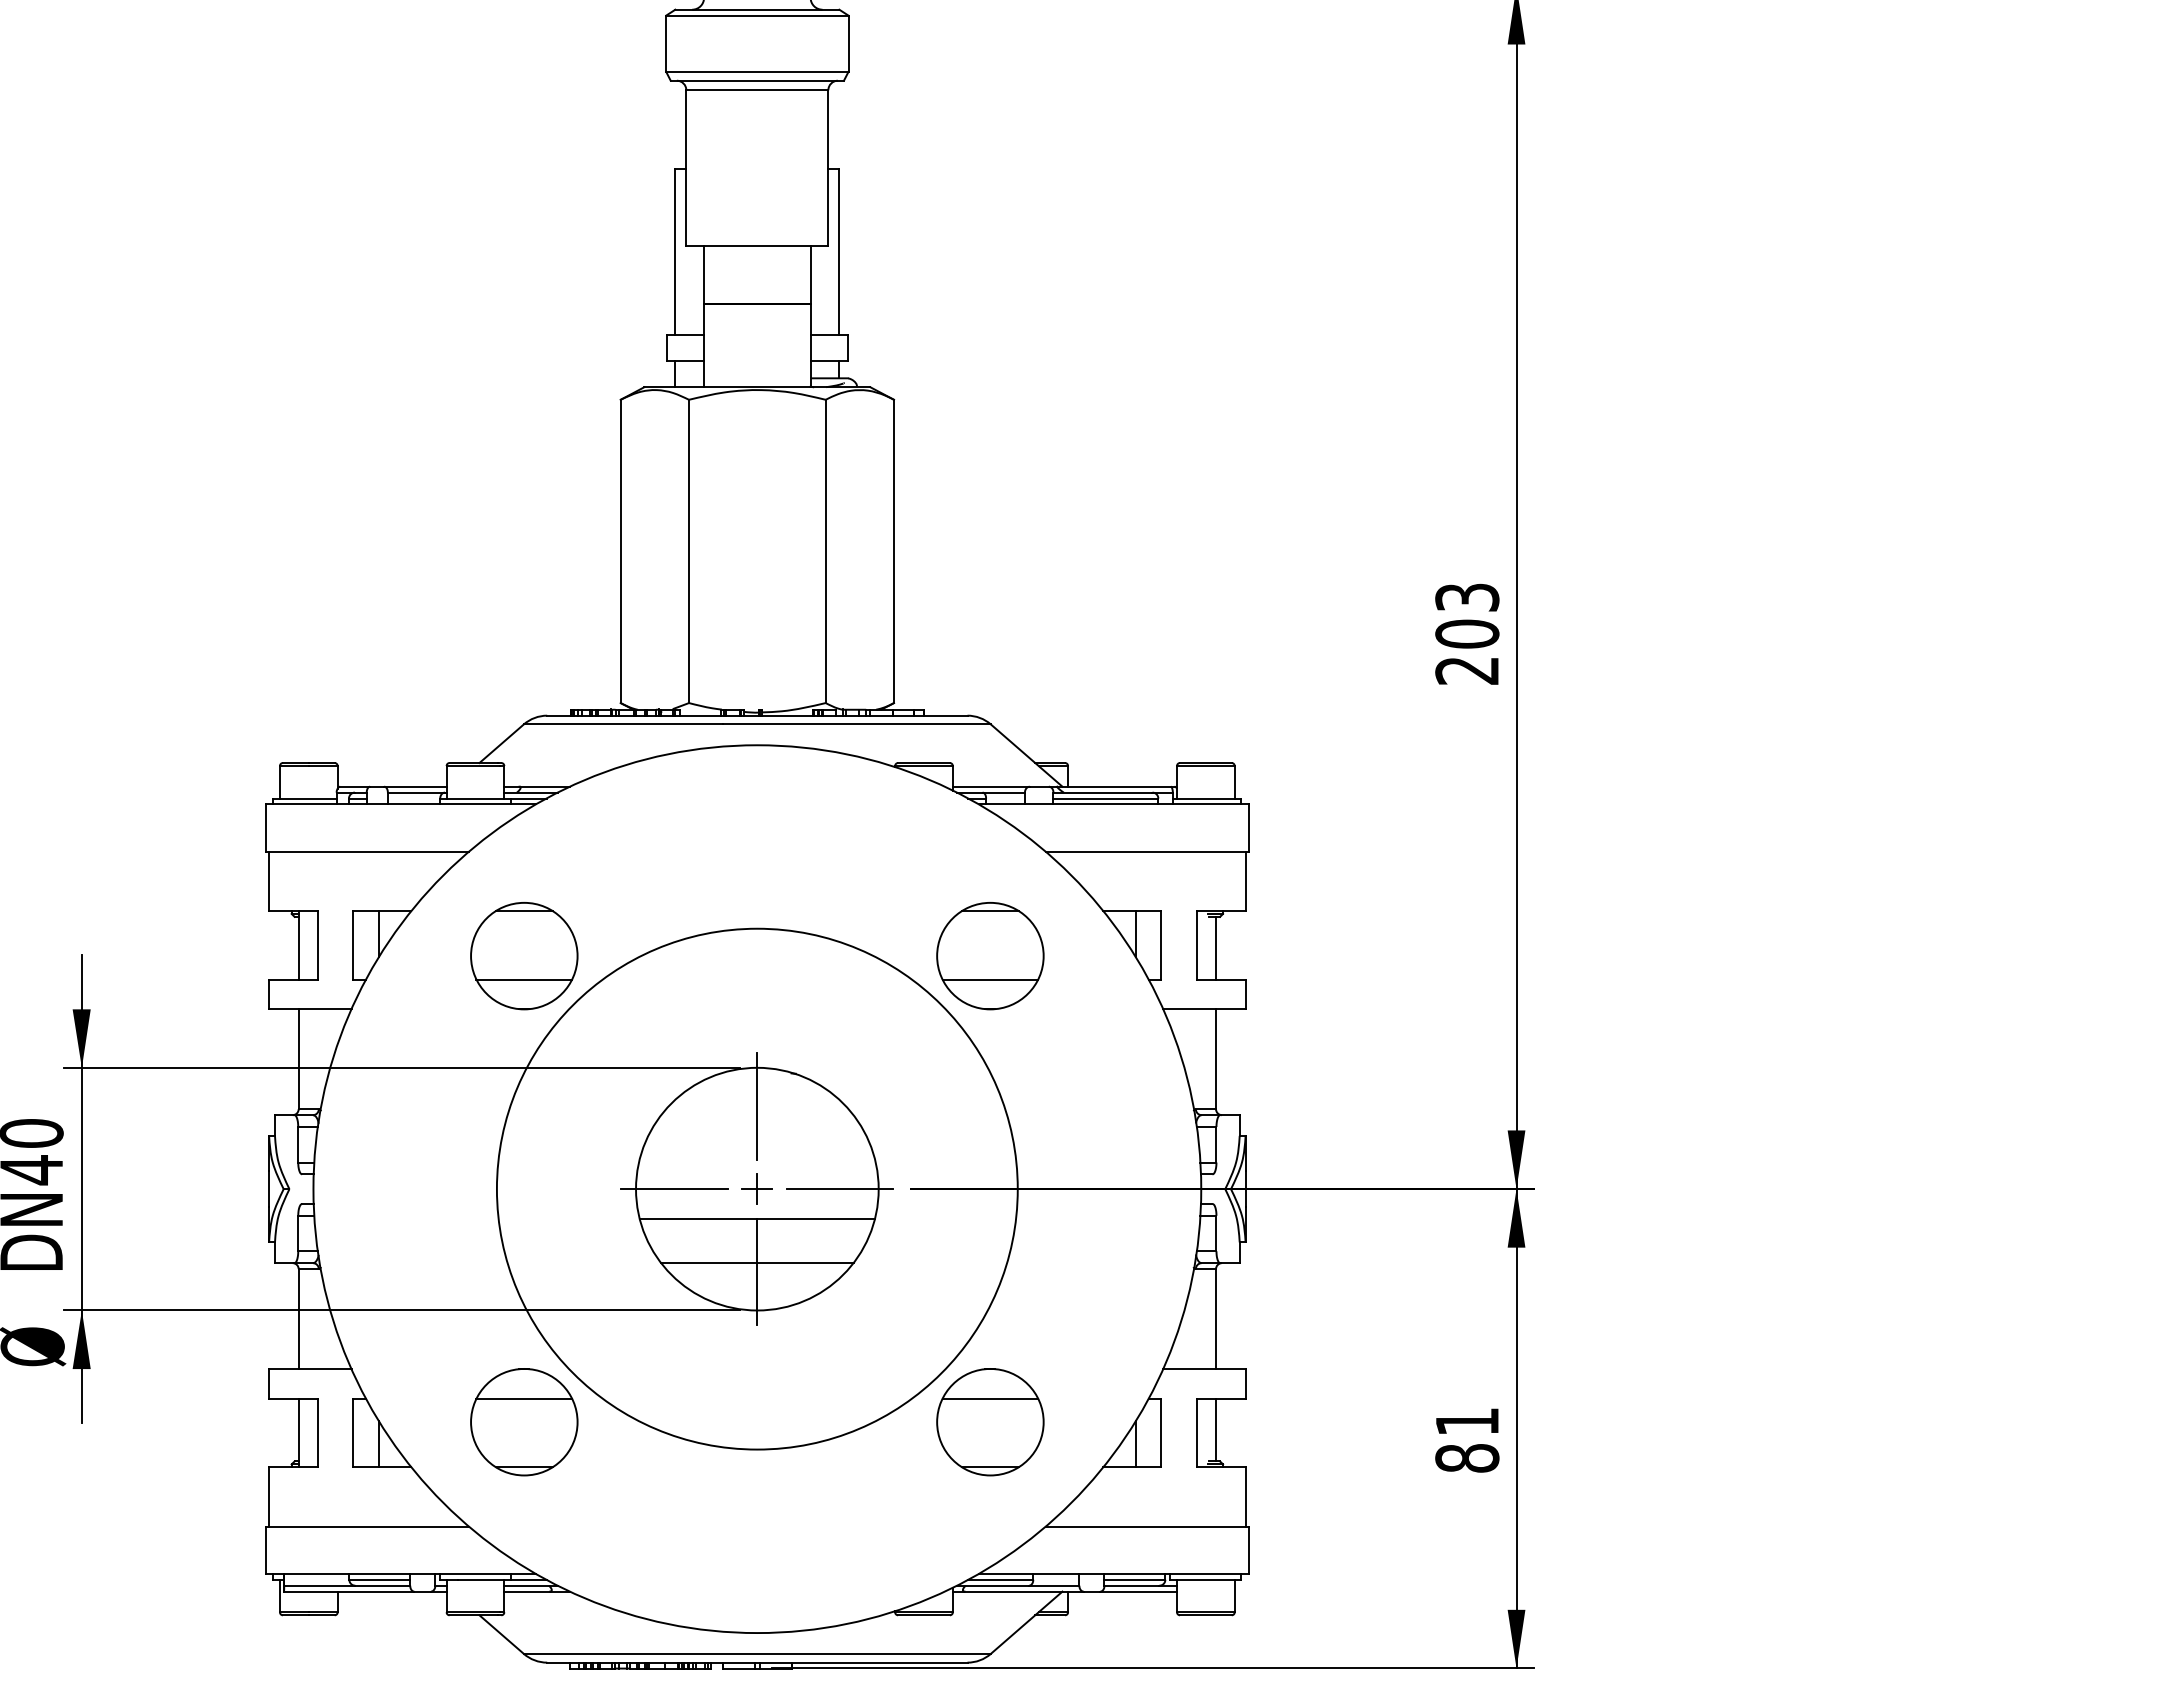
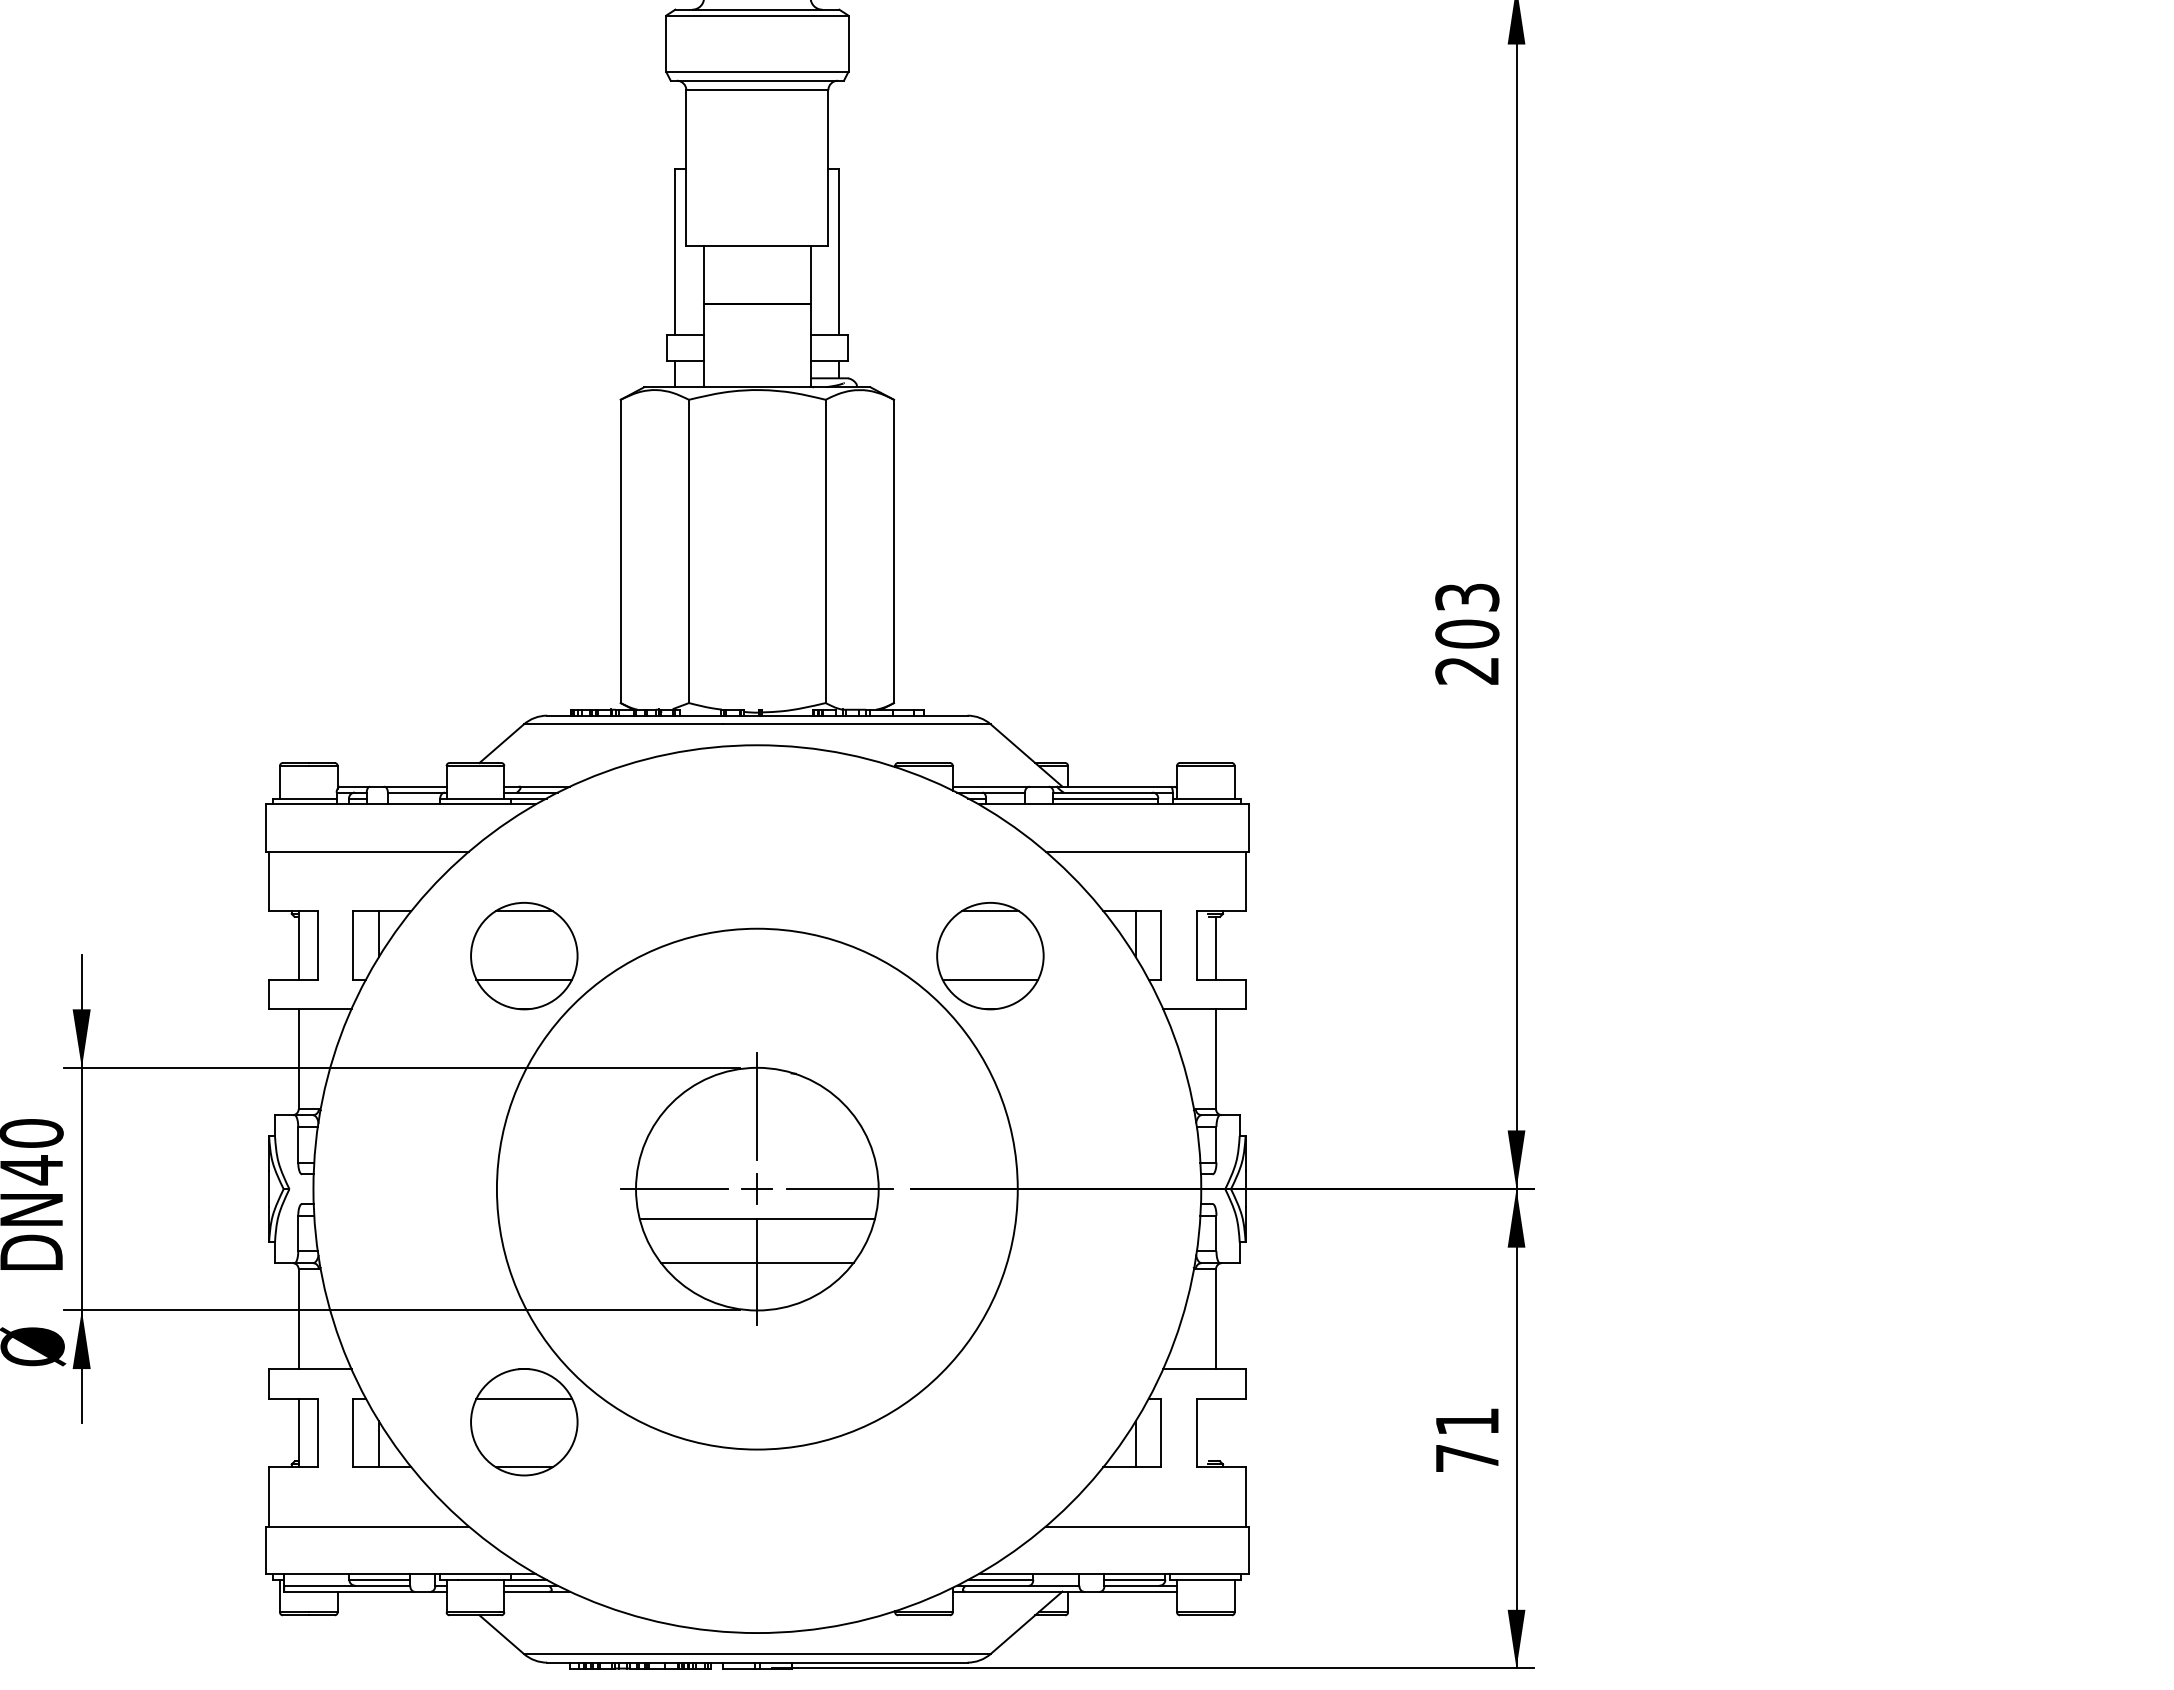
part at (990, 1422): present -> none
line at (1216, 1429): present -> none
text at (1467, 1458): 81 -> 71
